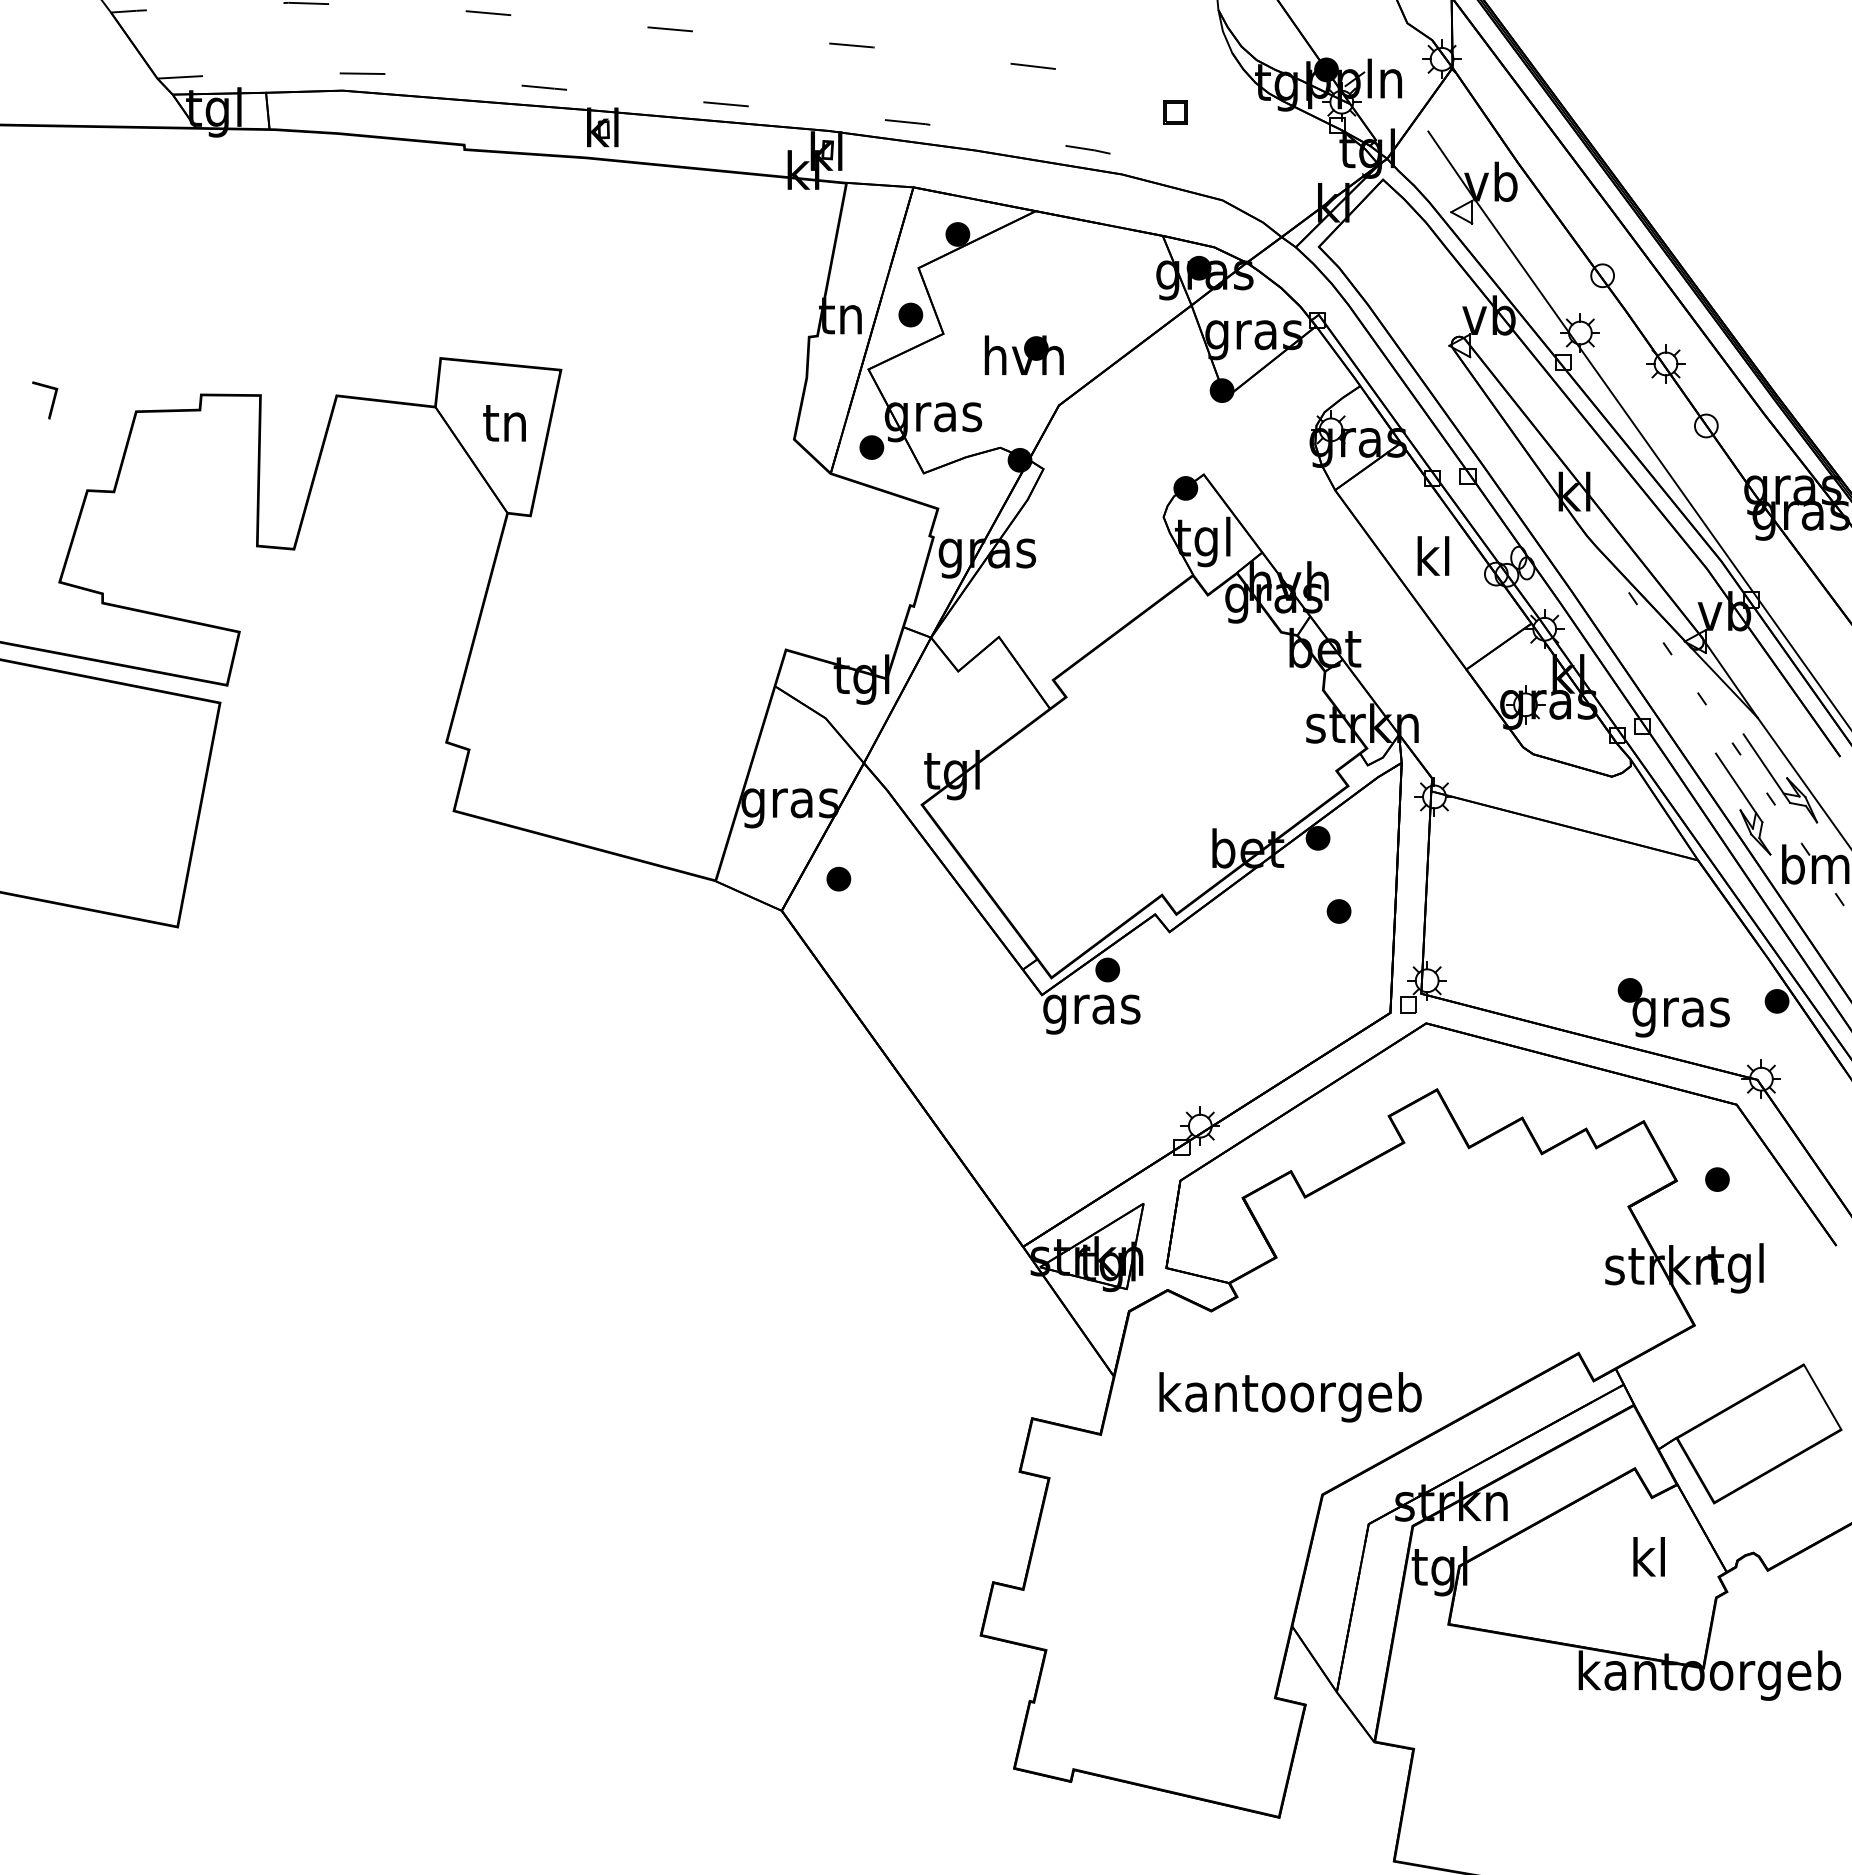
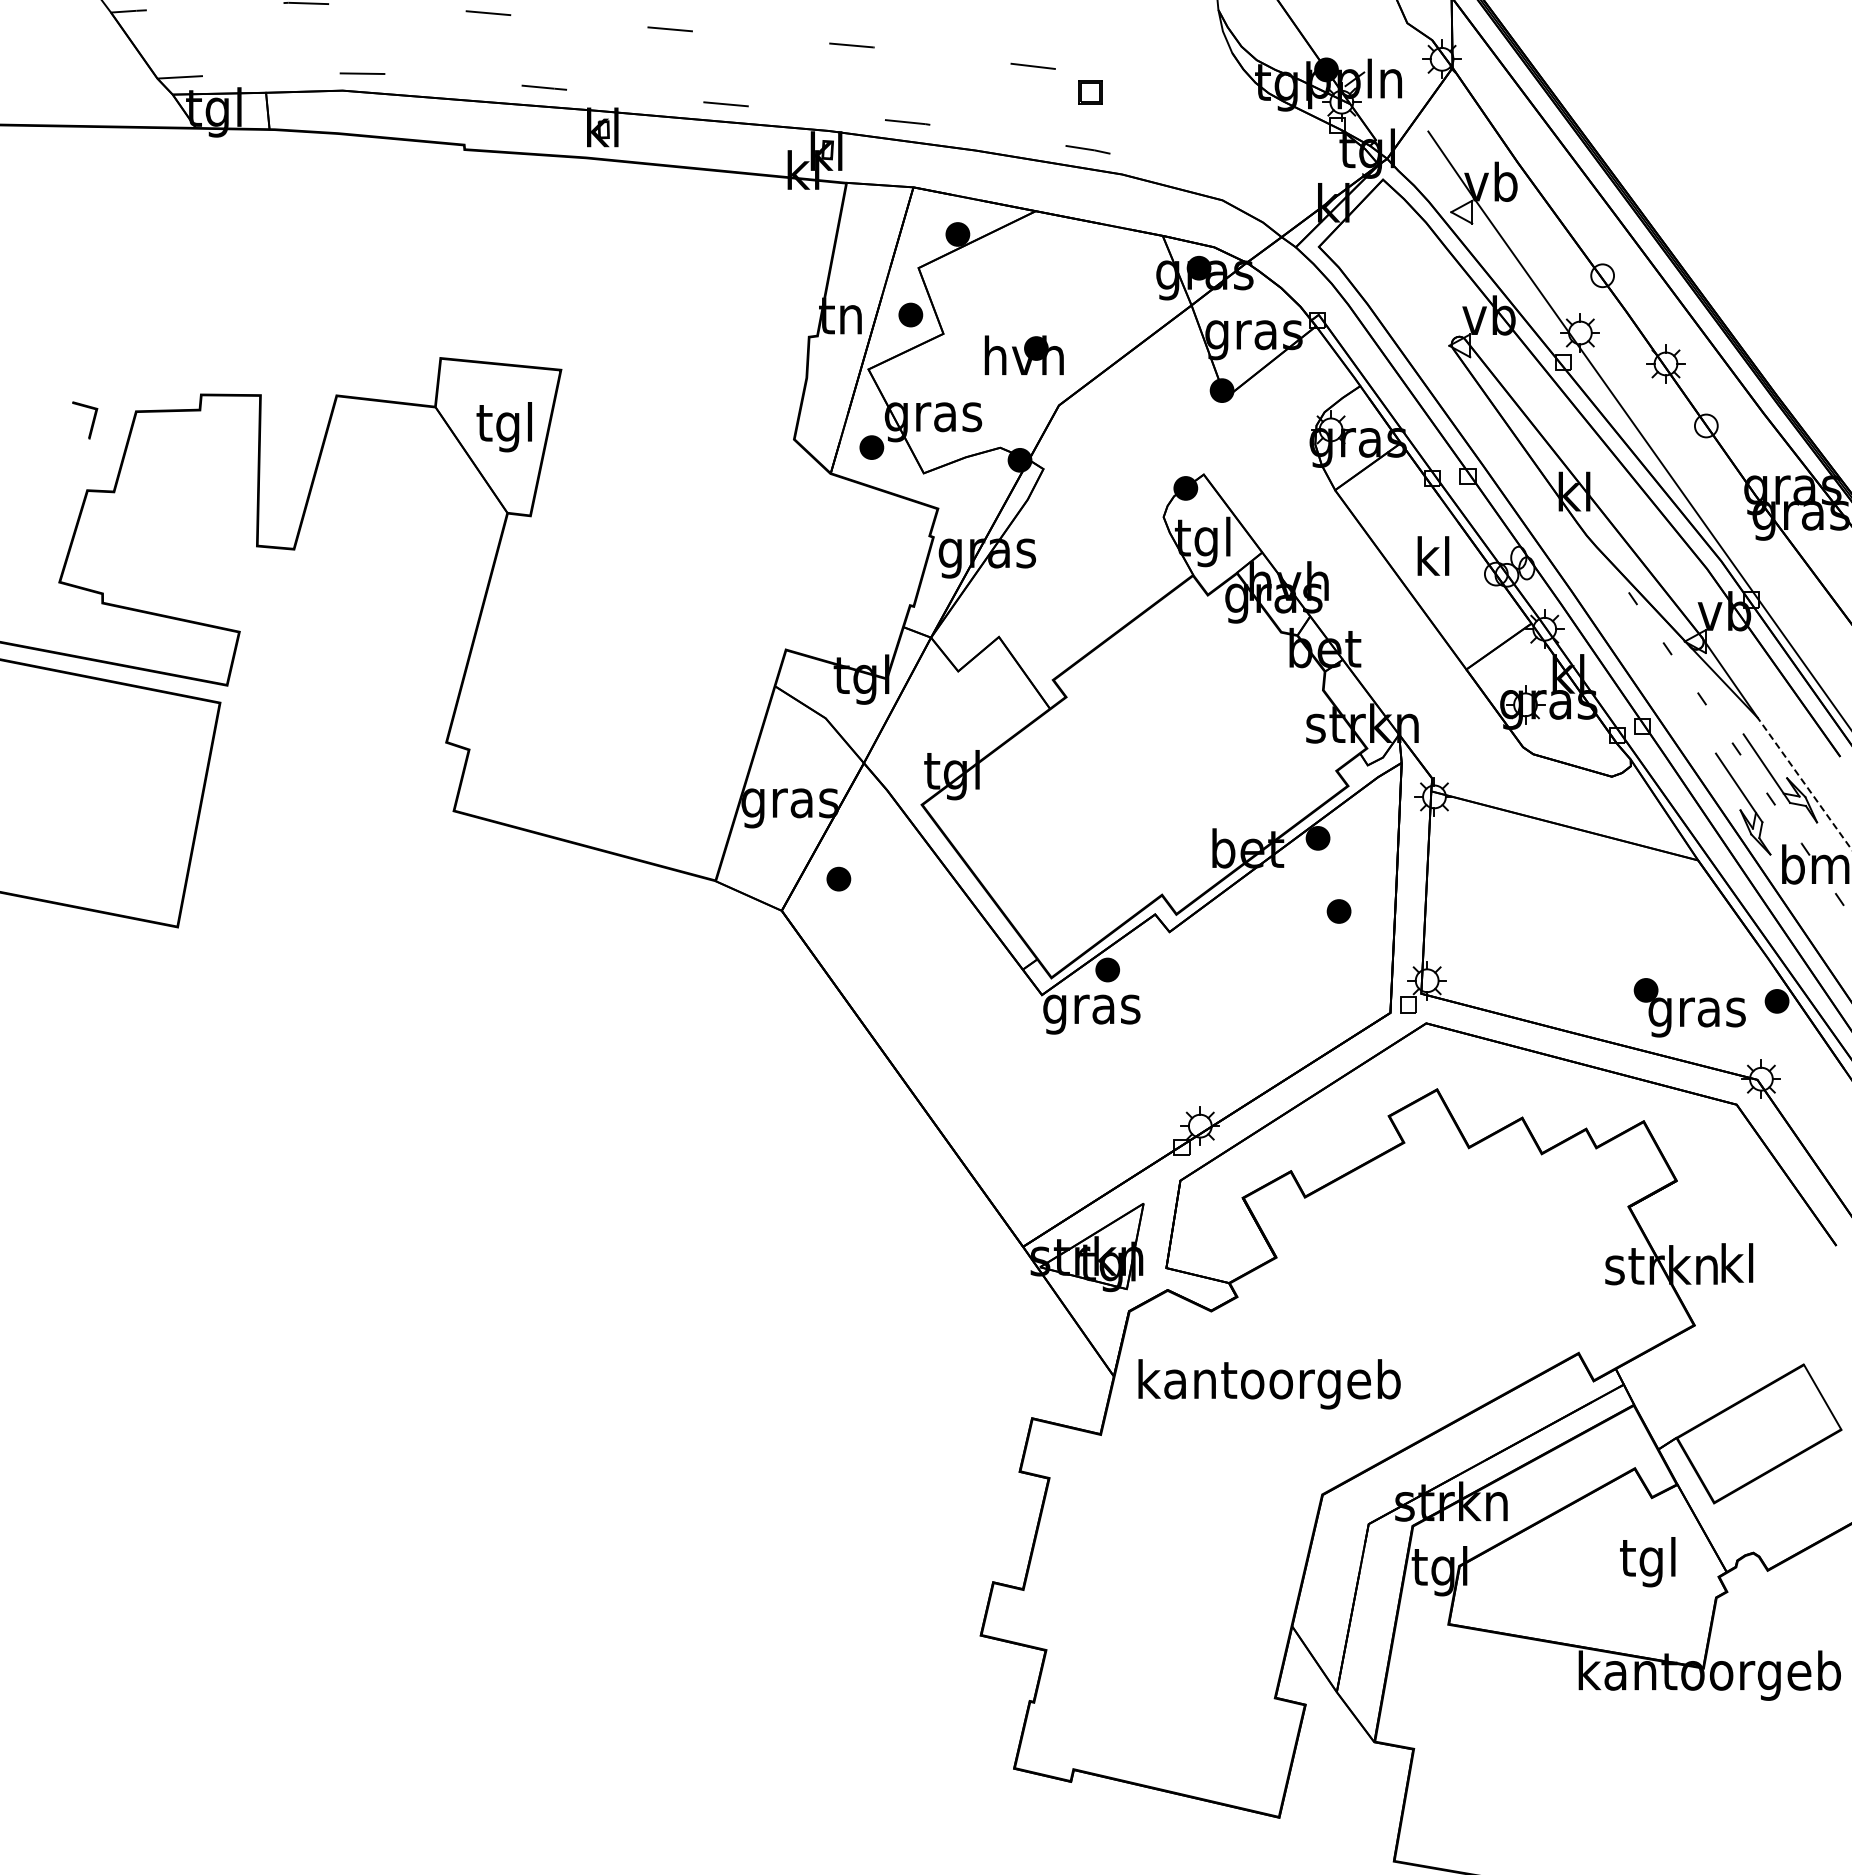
part at (1175, 112) position: (1175, 112) -> (1090, 92)
part at (51, 403) position: (51, 403) -> (91, 423)
text at (503, 427): tn -> tgl
line at (1804, 783): solid -> dashed
part at (1673, 1007) position: (1673, 1007) -> (1689, 1007)
part at (1717, 1179): present -> none
text at (1735, 1268): tgl -> kl
text at (1290, 1397) position: (1290, 1397) -> (1269, 1384)
text at (1647, 1562): kl -> tgl
